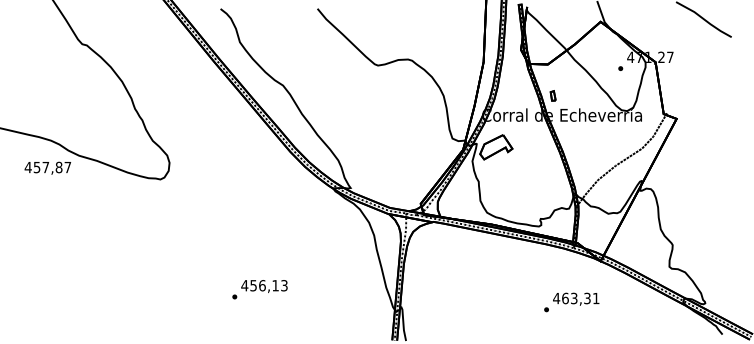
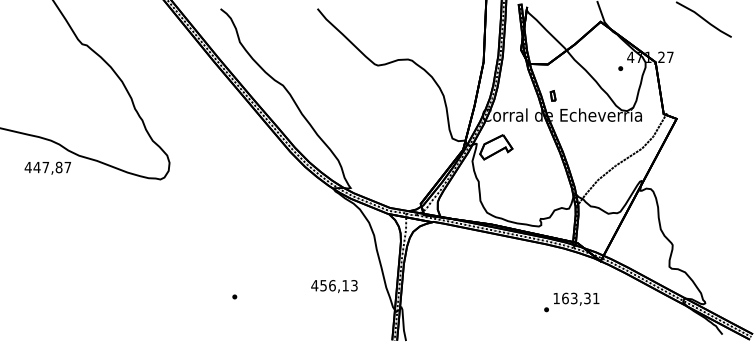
text at (36, 167): 457,87 -> 447,87
text at (264, 286) position: (264, 286) -> (334, 286)
text at (556, 298): 463,31 -> 163,31
